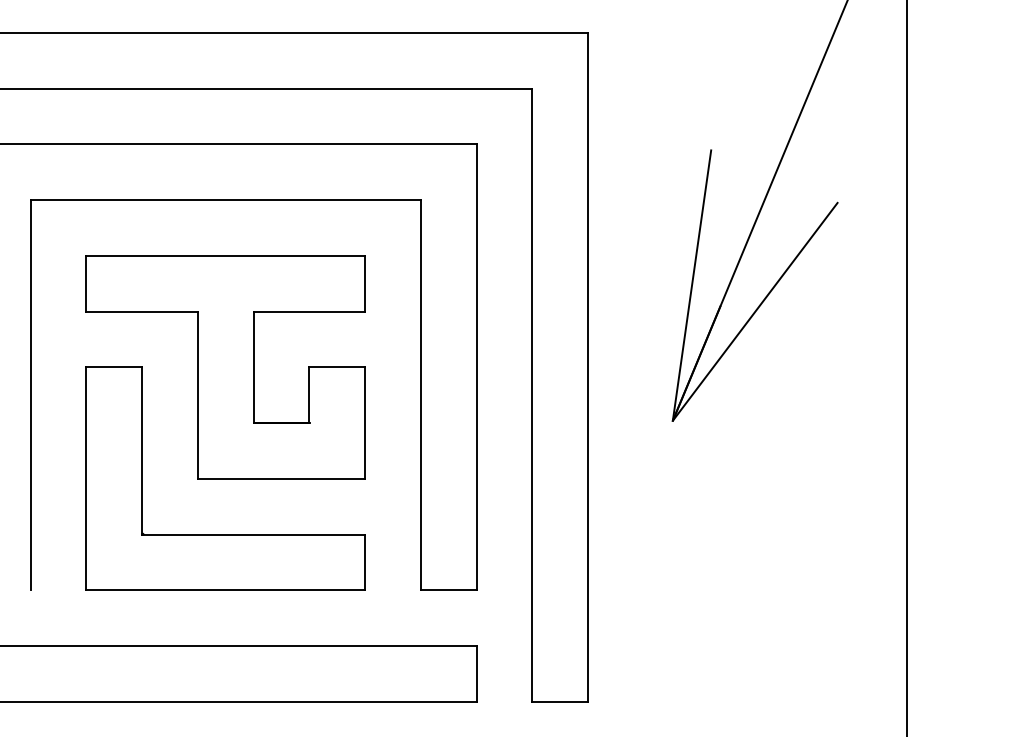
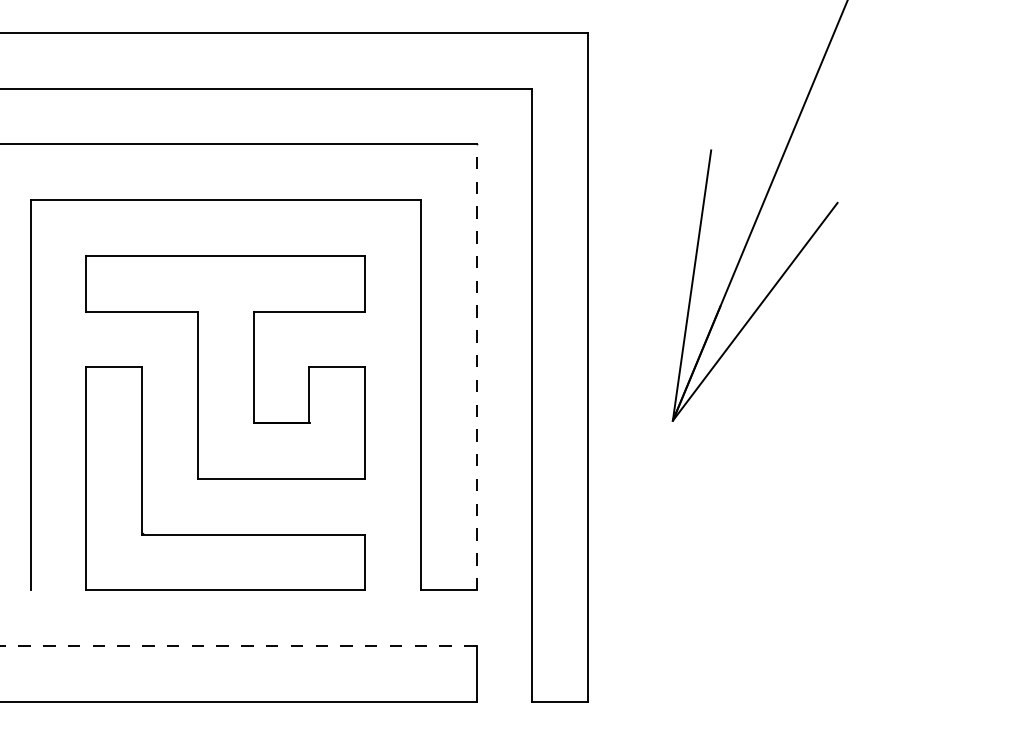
line at (476, 367): solid -> dashed
line at (906, 367): present -> none
line at (237, 646): solid -> dashed
